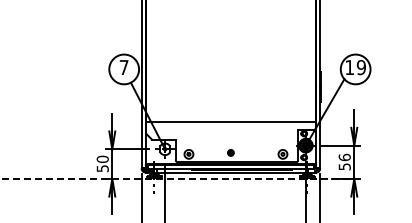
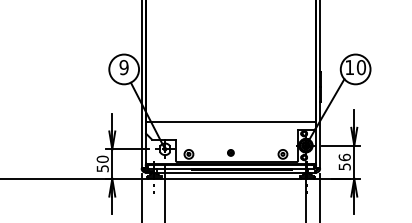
text at (123, 67): 7 -> 9
text at (360, 67): 19 -> 10
line at (174, 178): dashed -> solid
